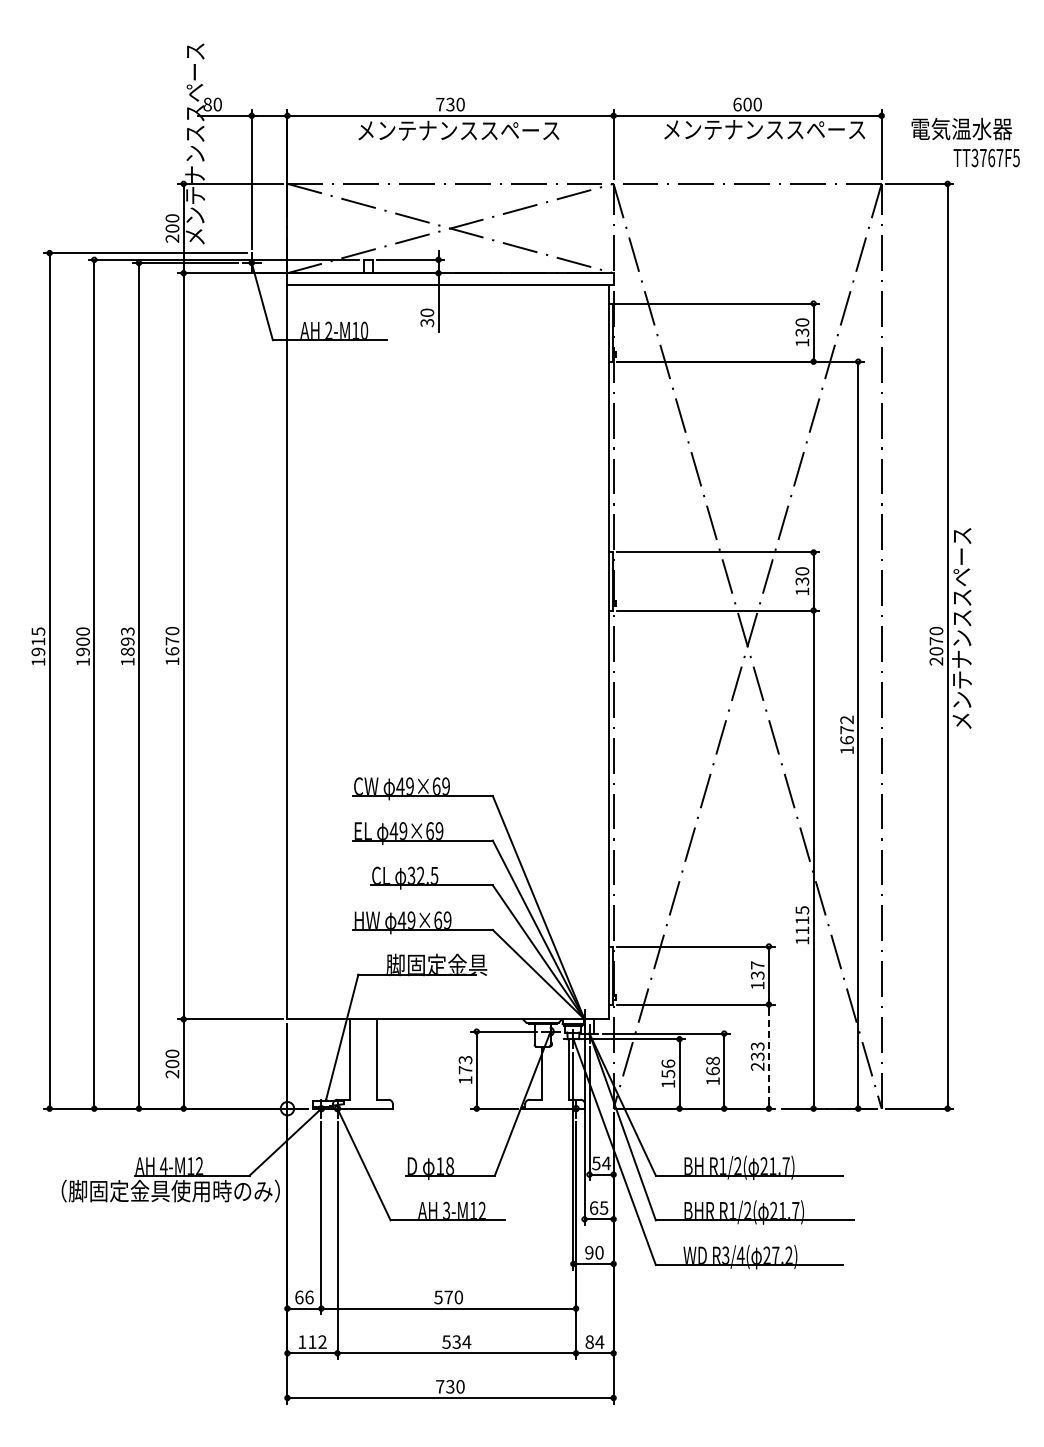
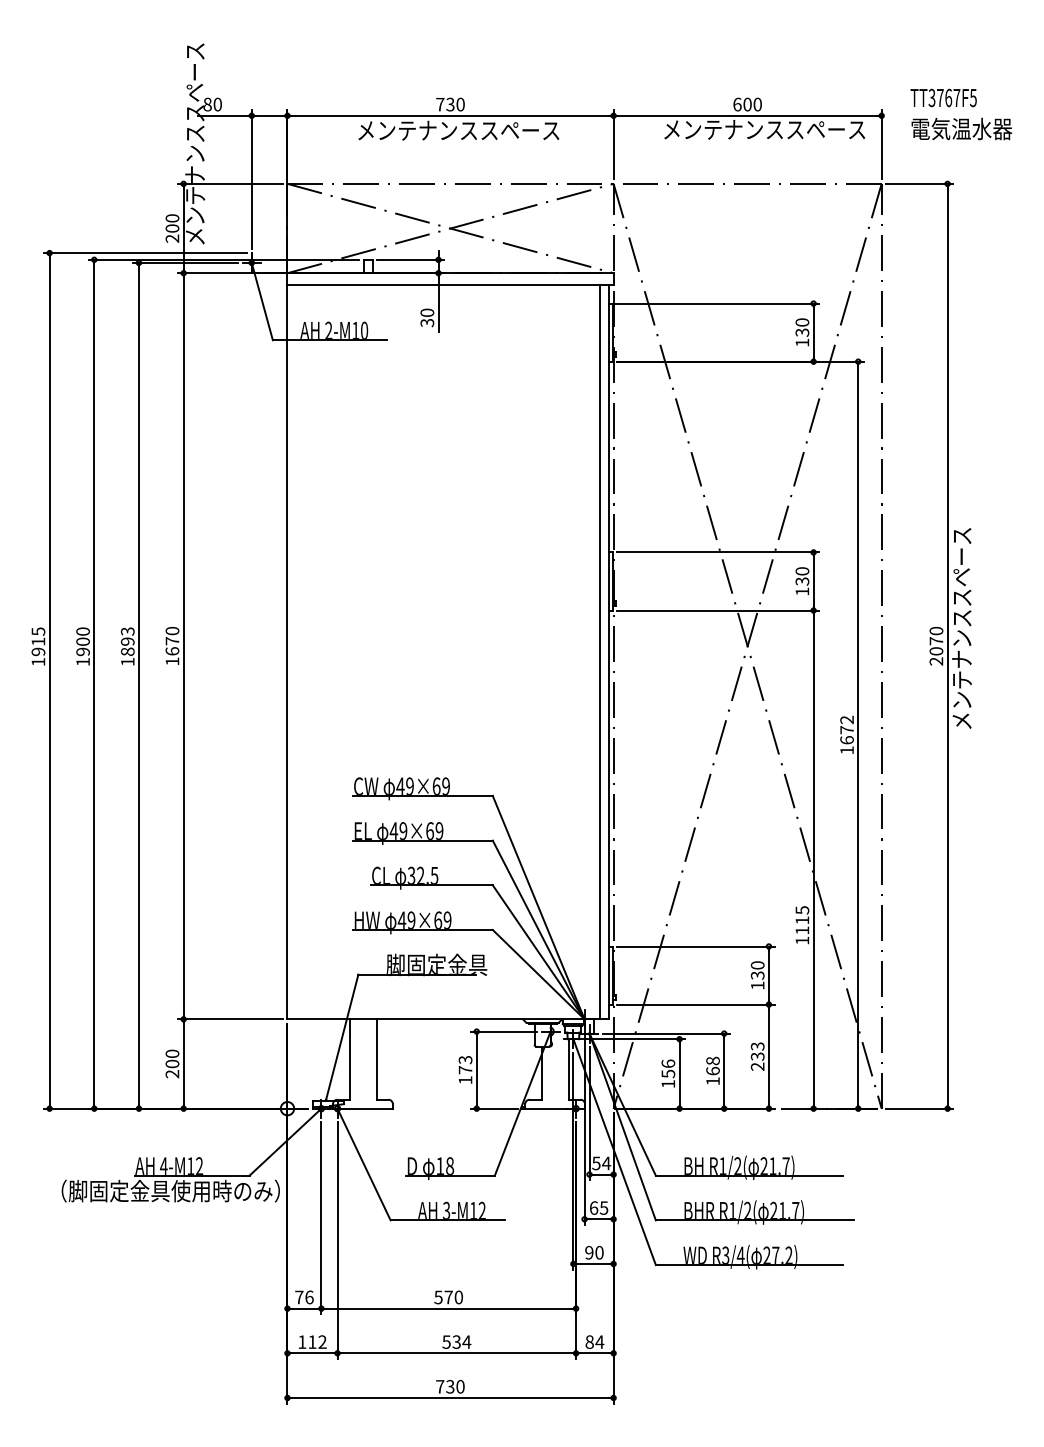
text at (986, 157) position: (986, 157) -> (943, 97)
line at (600, 652): none -> present
text at (757, 965): 137 -> 130
line at (768, 1056): dashed -> solid
text at (299, 1297): 66 -> 76
